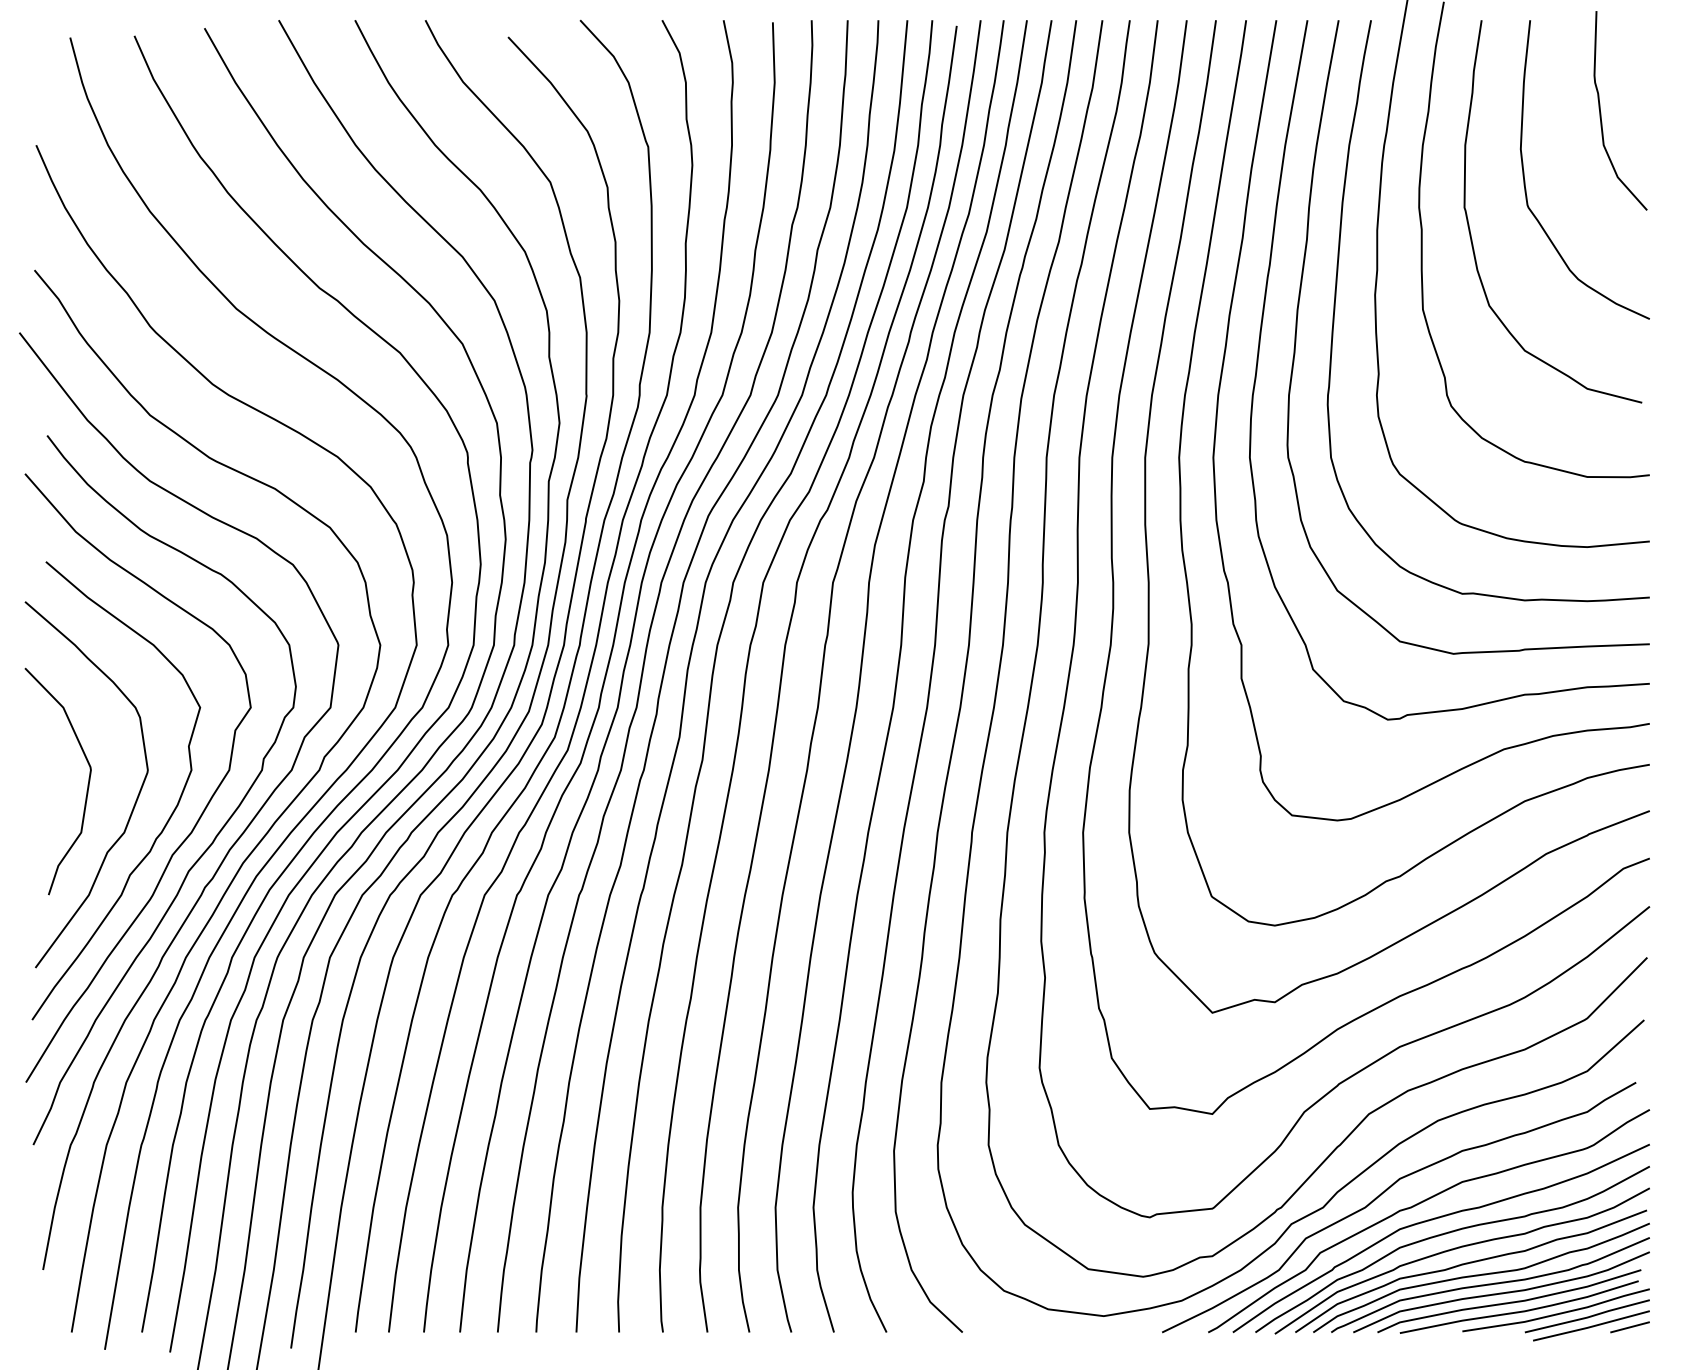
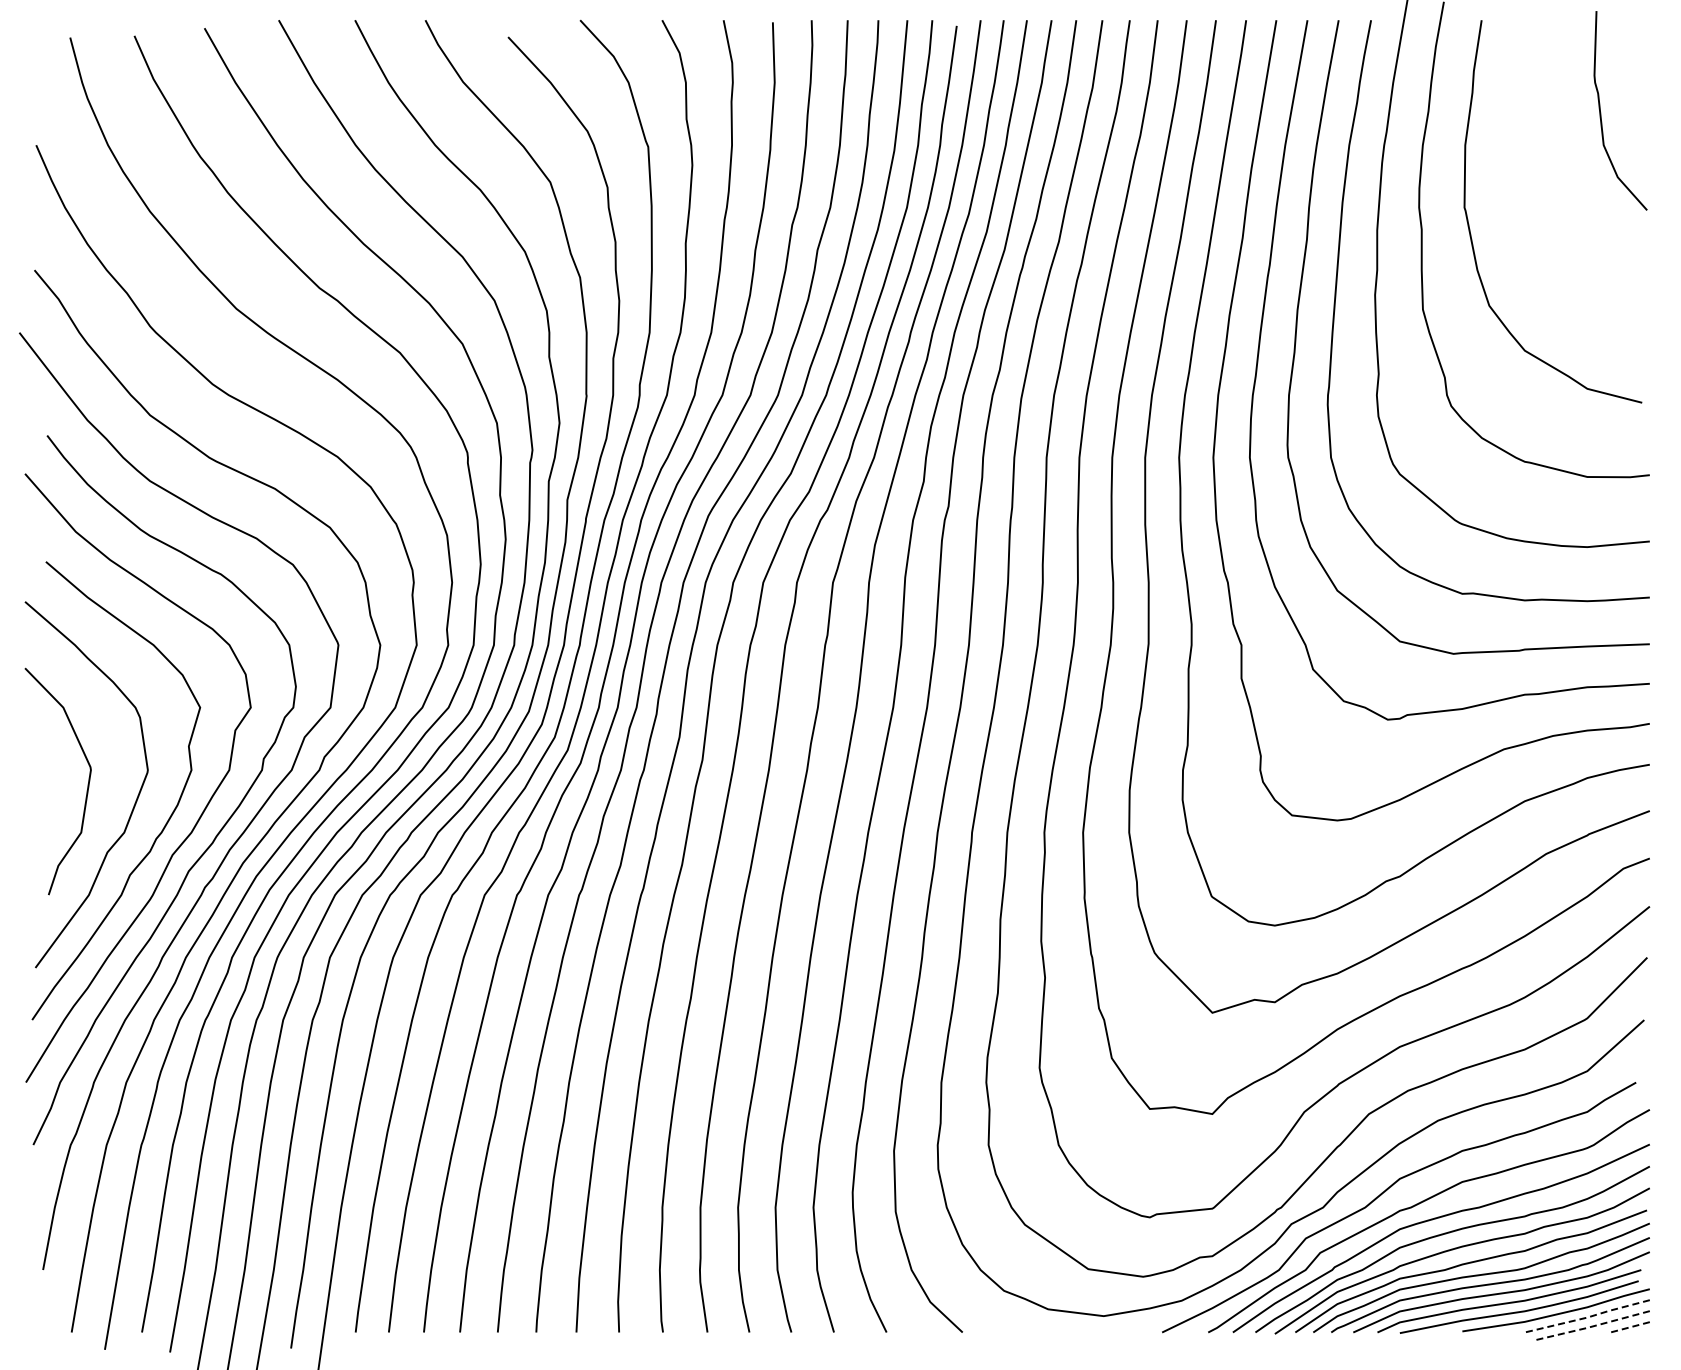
curve at (1525, 180): present -> none
line at (1587, 1317): solid -> dashed
line at (1591, 1326): solid -> dashed
line at (1629, 1327): solid -> dashed
